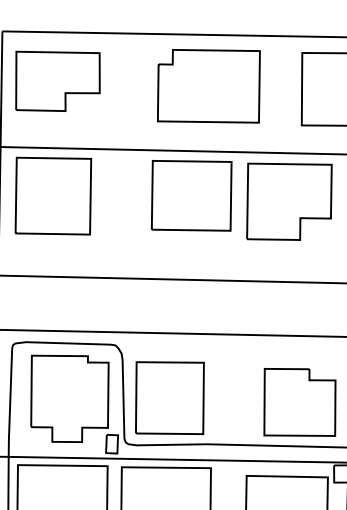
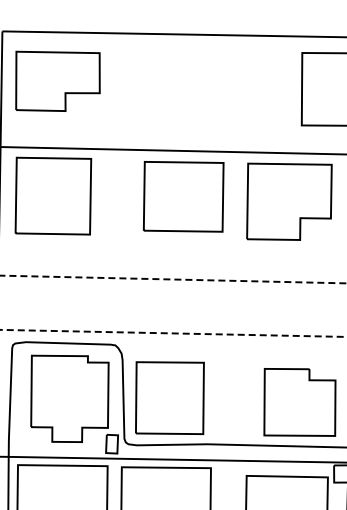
part at (208, 86): present -> none
part at (191, 195) position: (191, 195) -> (183, 196)
line at (173, 279): solid -> dashed
line at (172, 333): solid -> dashed
